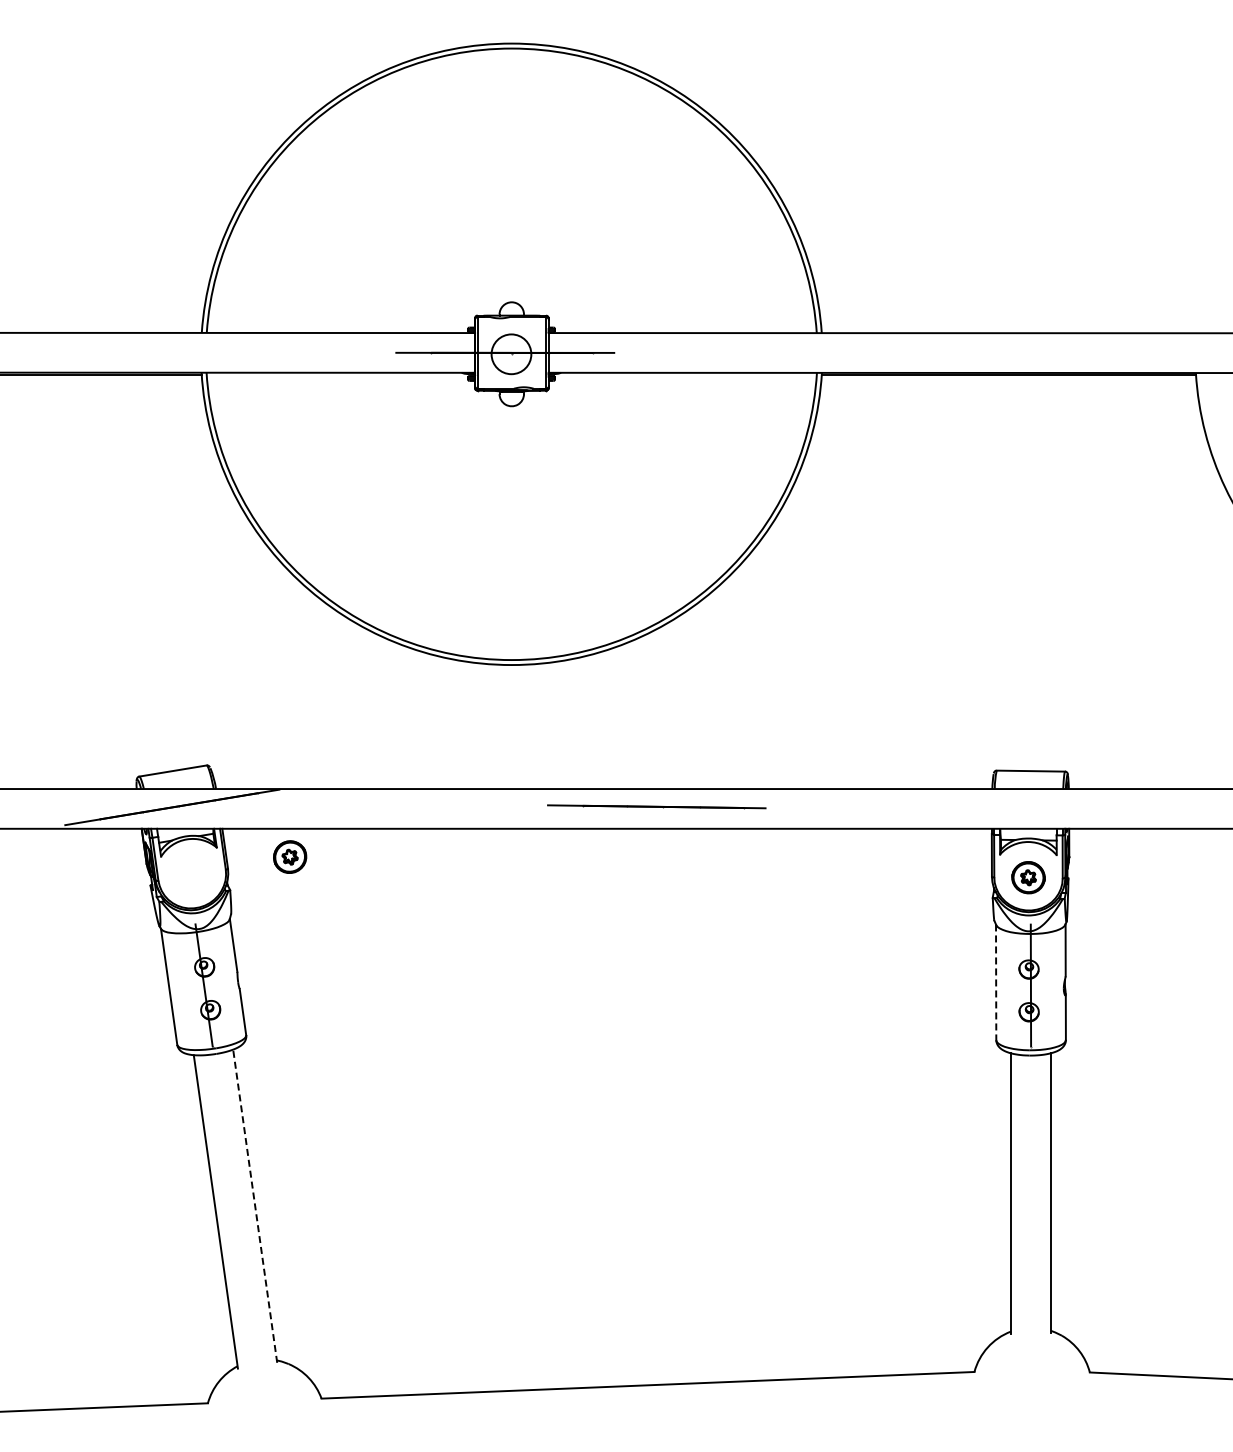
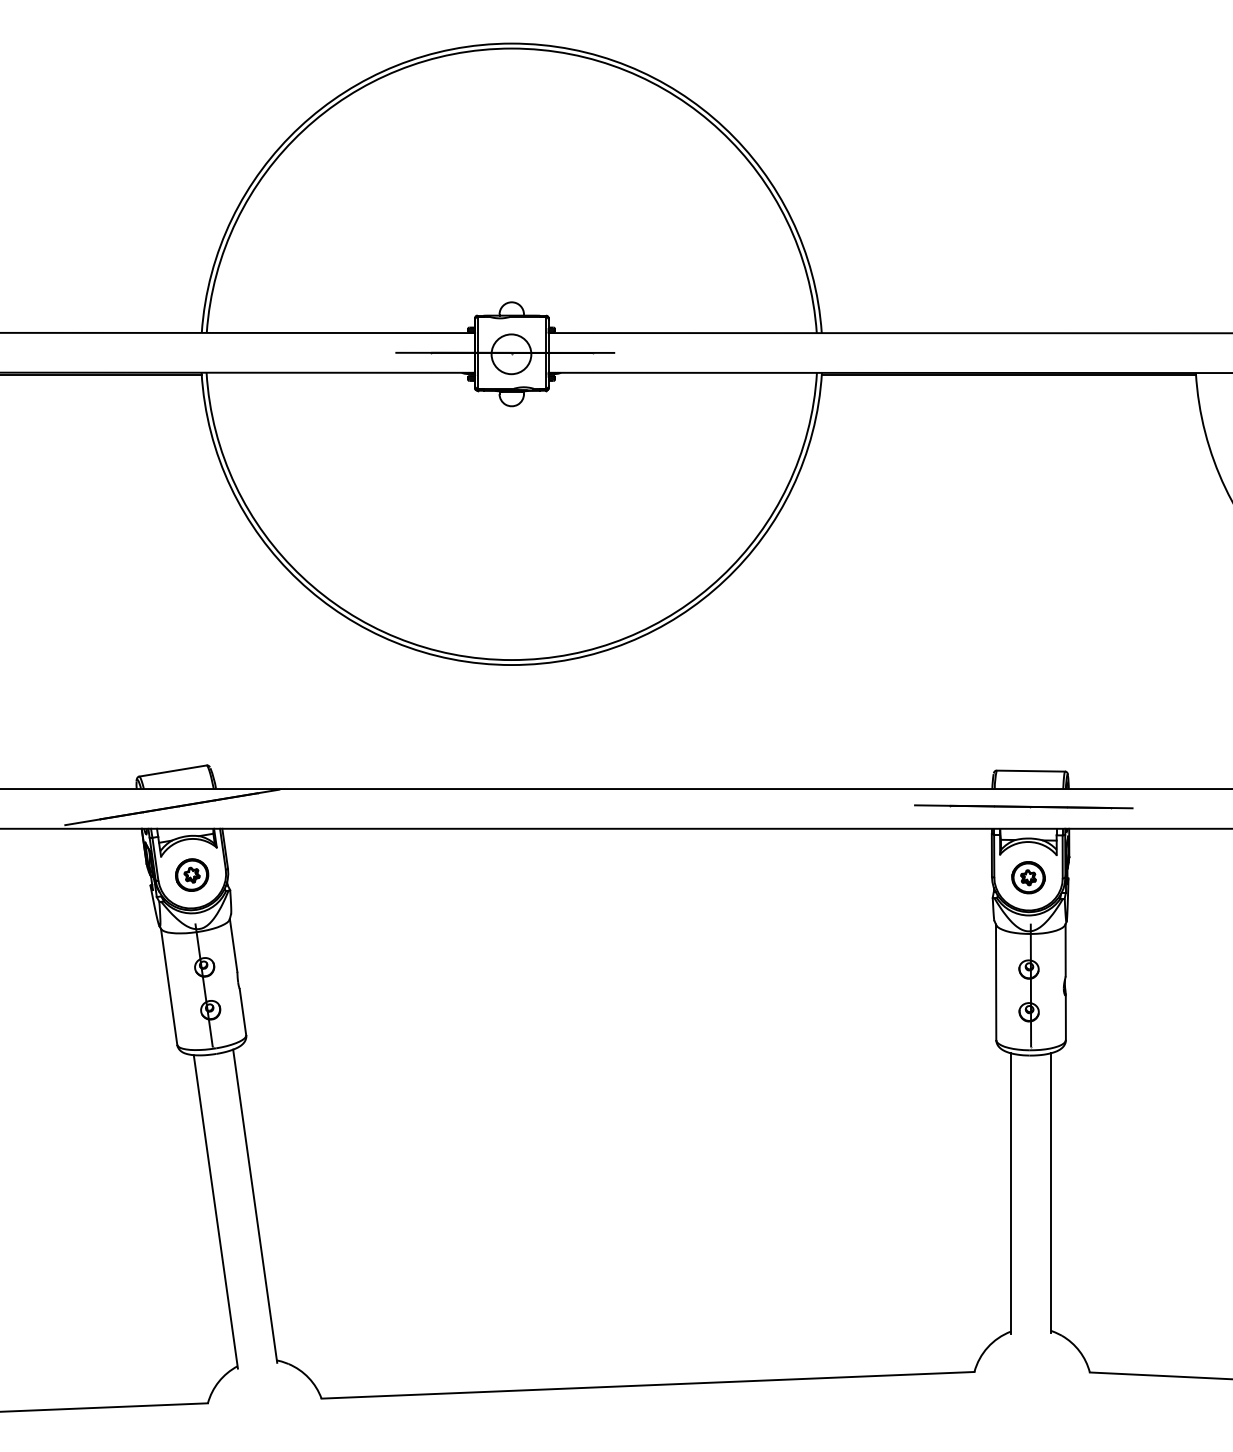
line at (656, 806) position: (656, 806) -> (1023, 806)
part at (290, 856) position: (290, 856) -> (192, 874)
line at (996, 982): dashed -> solid
line at (255, 1205): dashed -> solid
